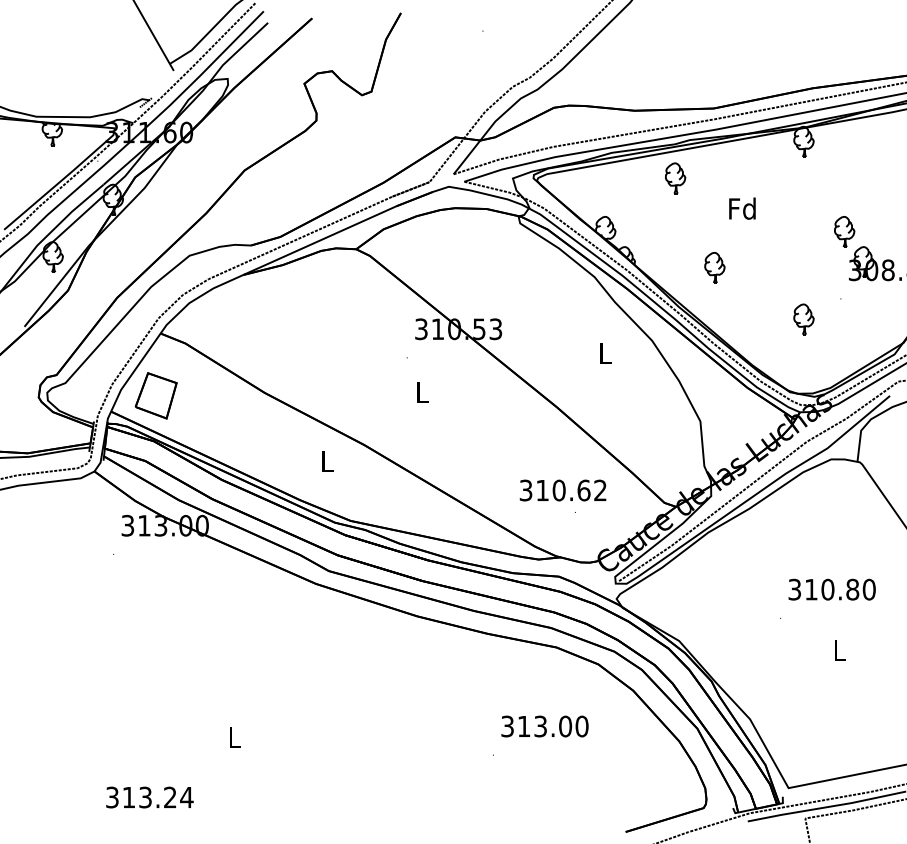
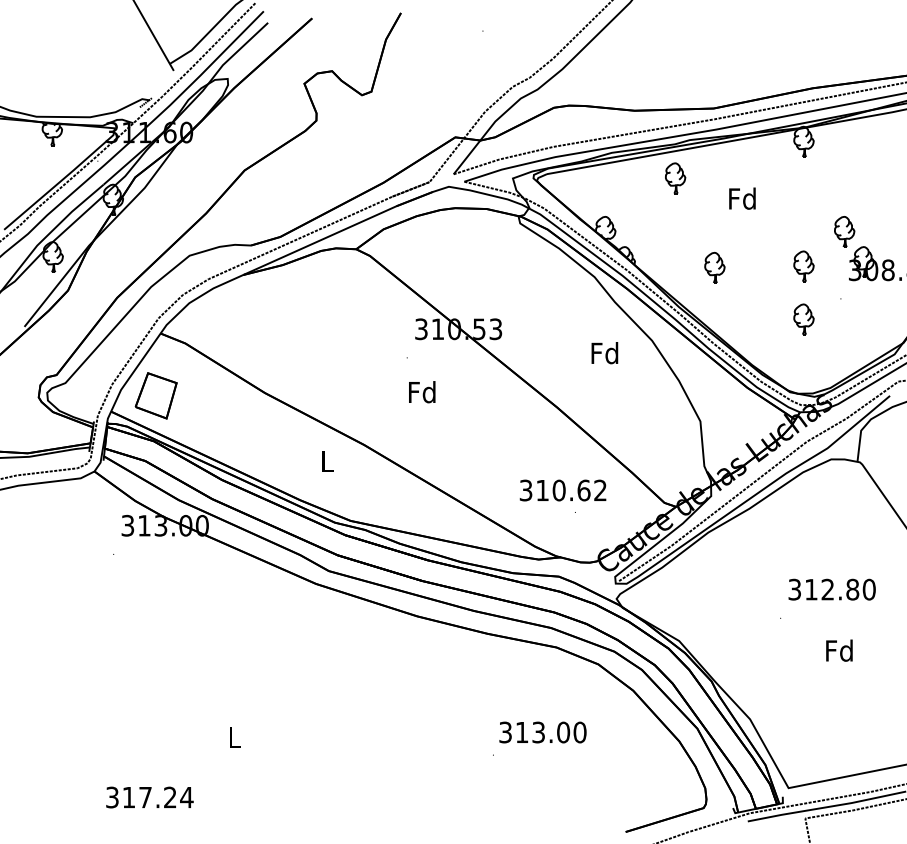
text at (742, 208) position: (742, 208) -> (742, 198)
part at (803, 266): none -> present
text at (604, 353): L -> Fd
text at (422, 392): L -> Fd
text at (827, 589): 310.80 -> 312.80
text at (839, 650): L -> Fd
text at (544, 726) position: (544, 726) -> (542, 732)
text at (145, 797): 313.24 -> 317.24
